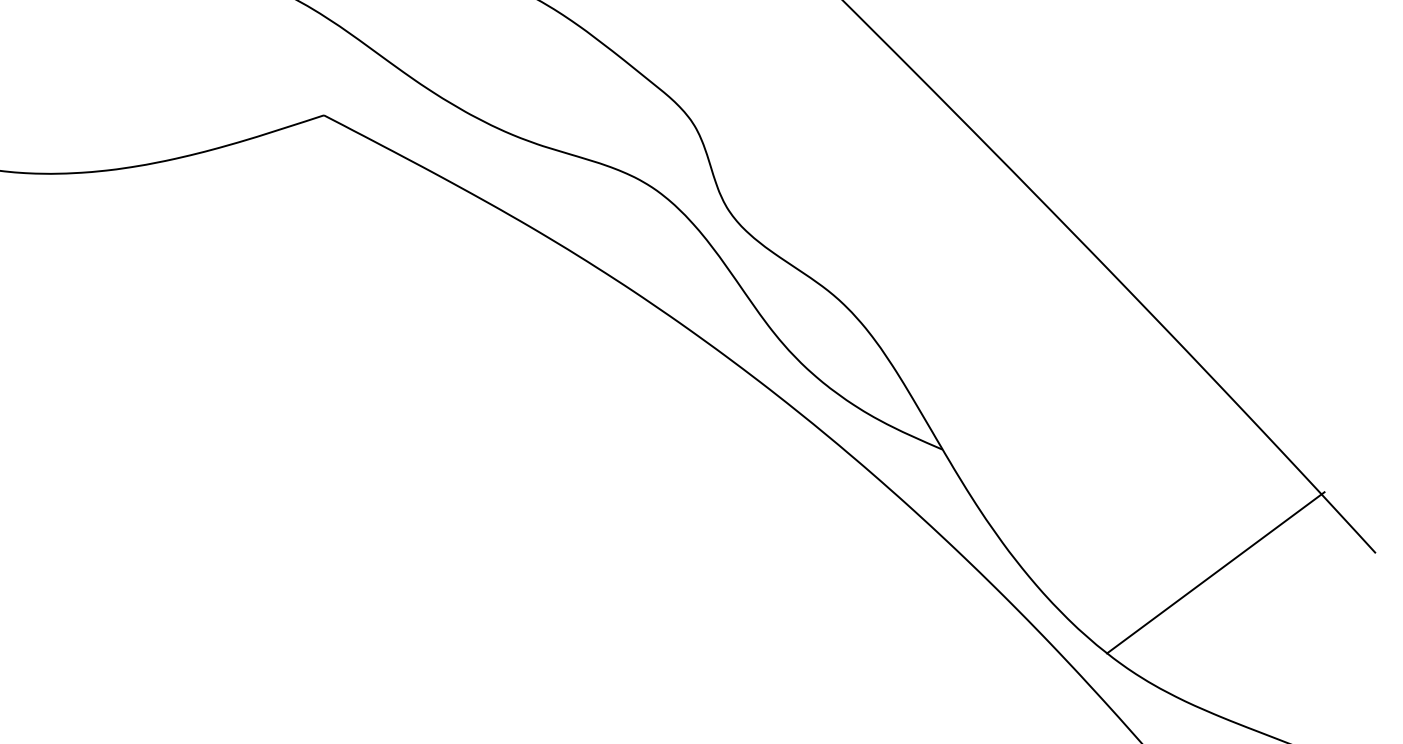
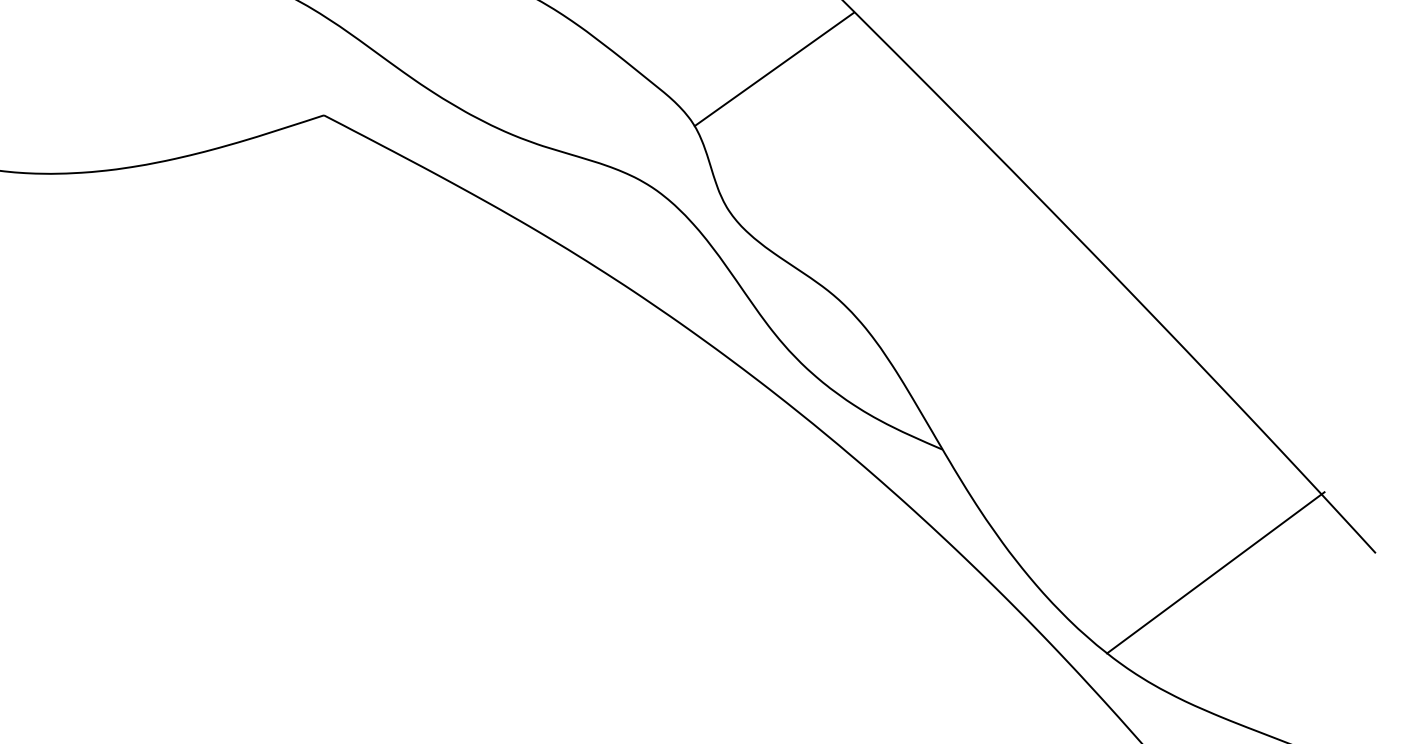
line at (773, 69): none -> present
